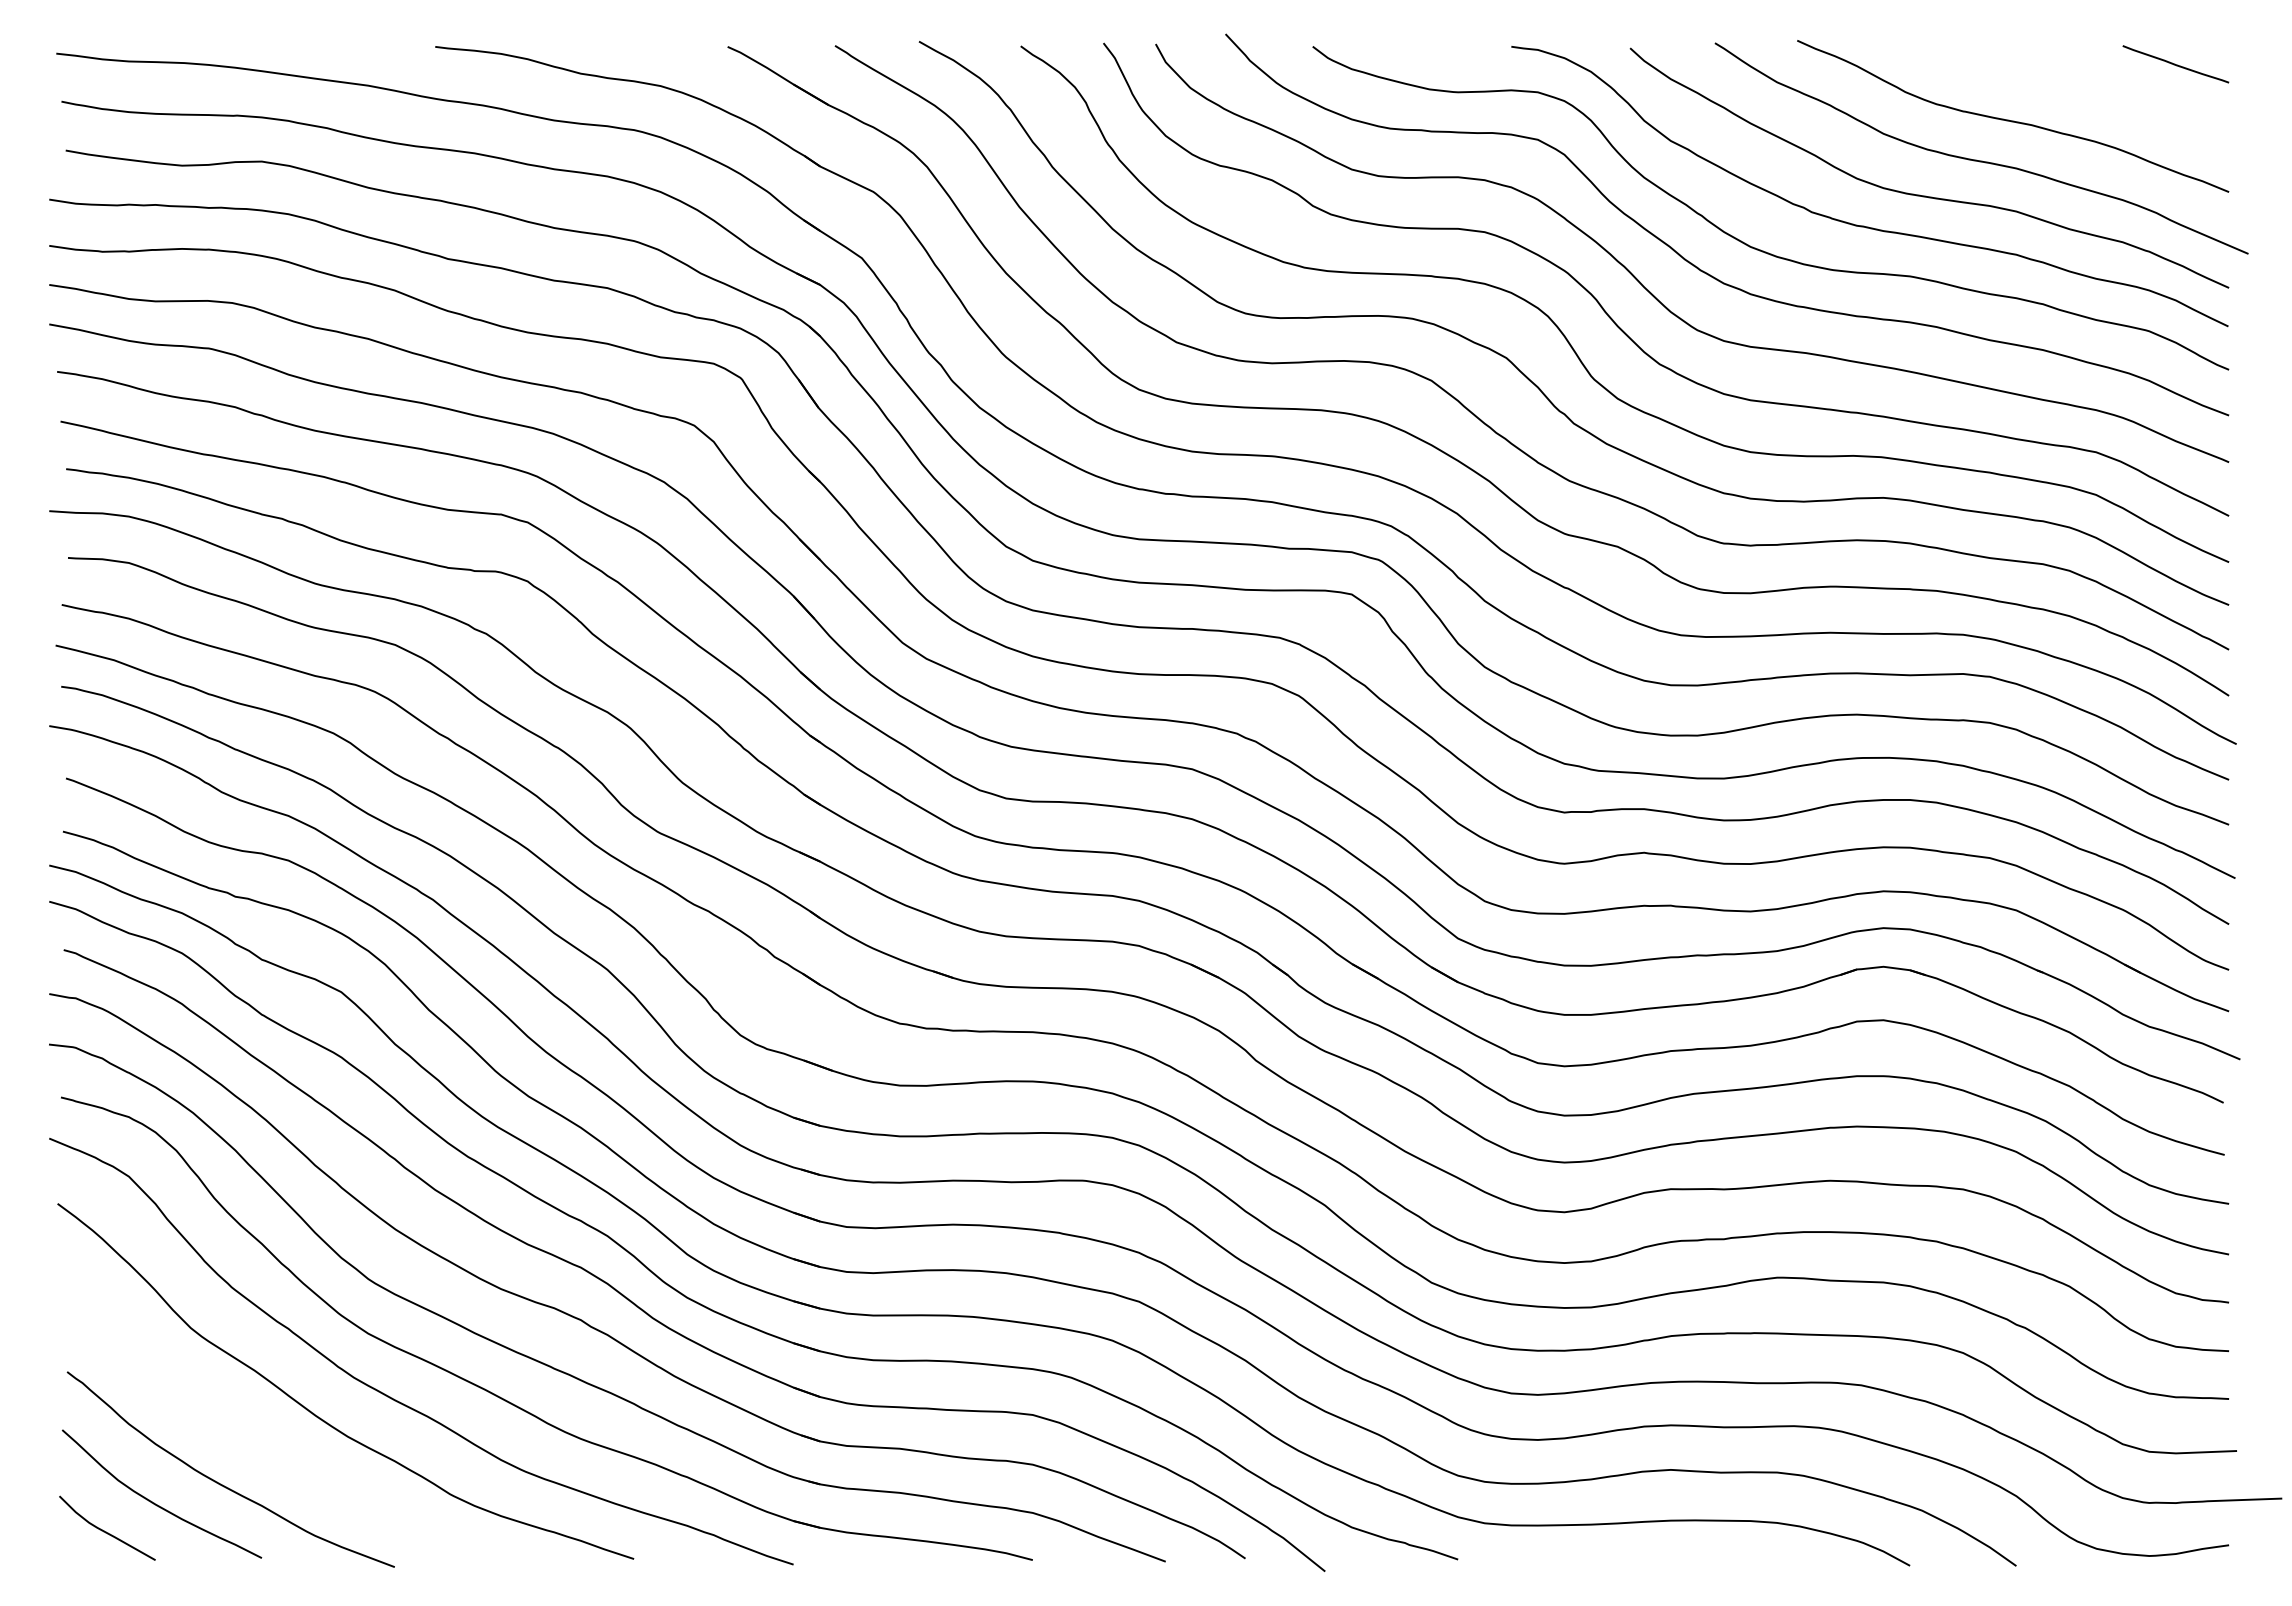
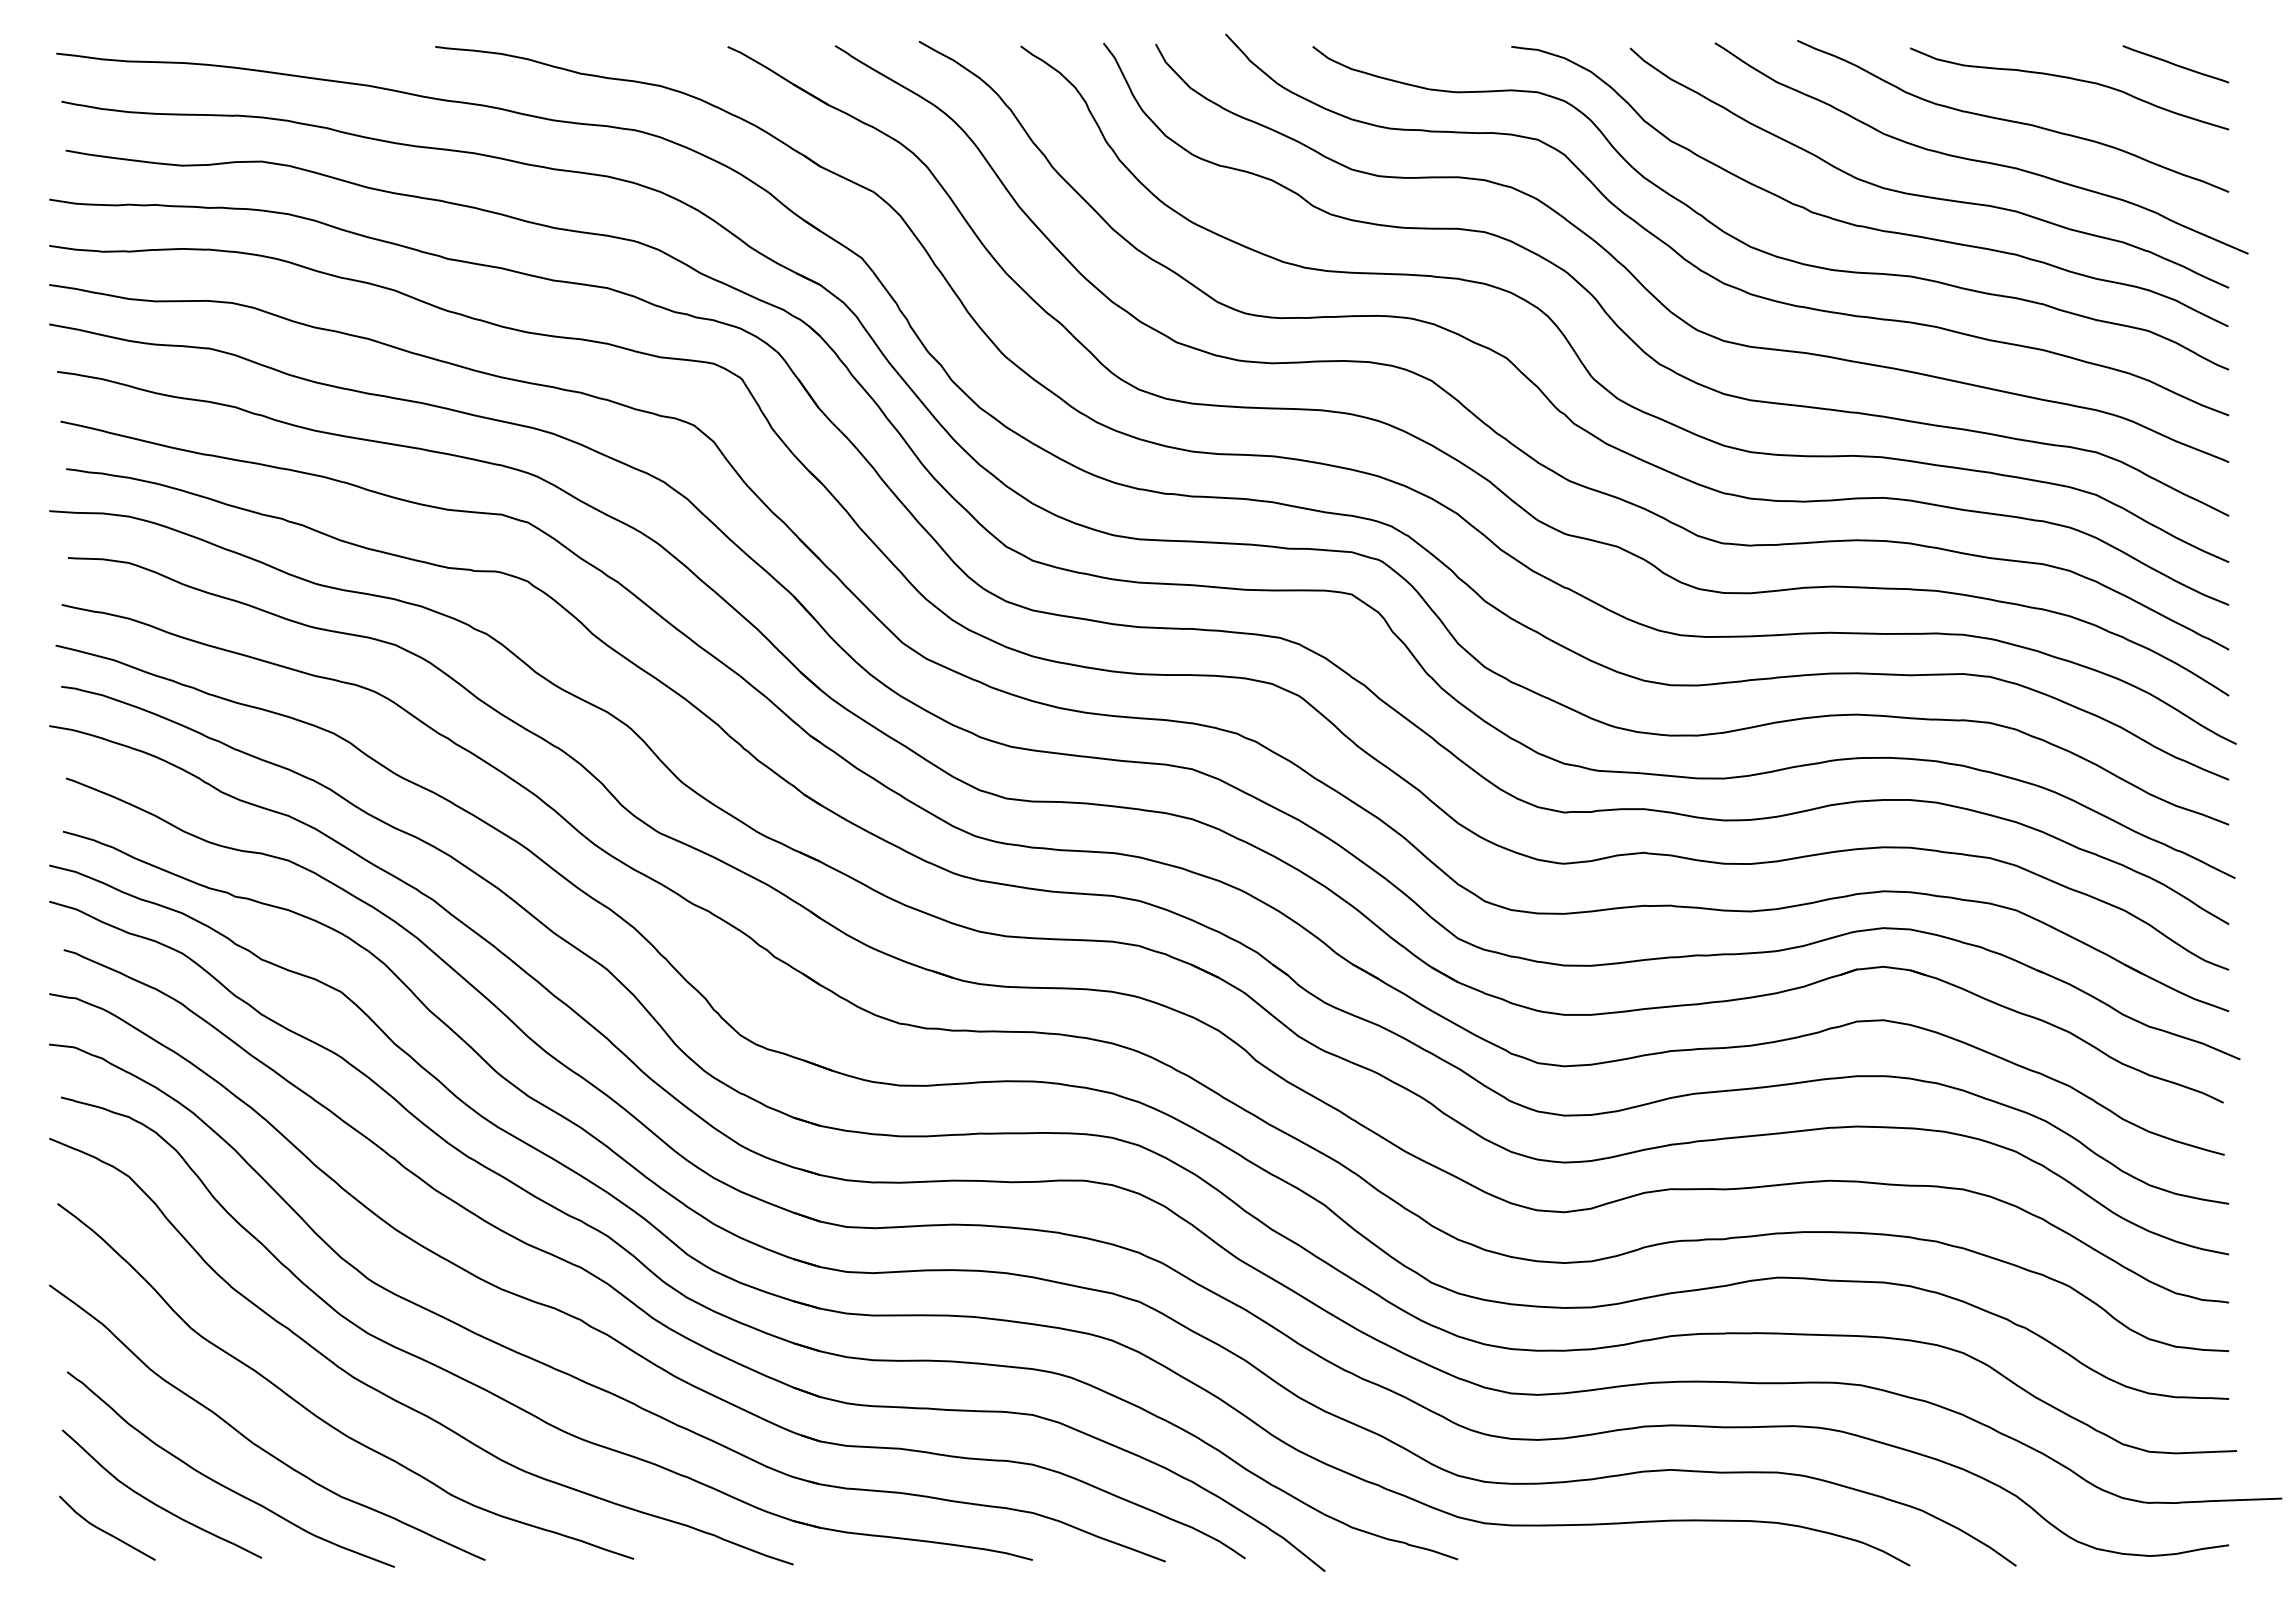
curve at (2070, 79): none -> present
curve at (251, 1440): none -> present
